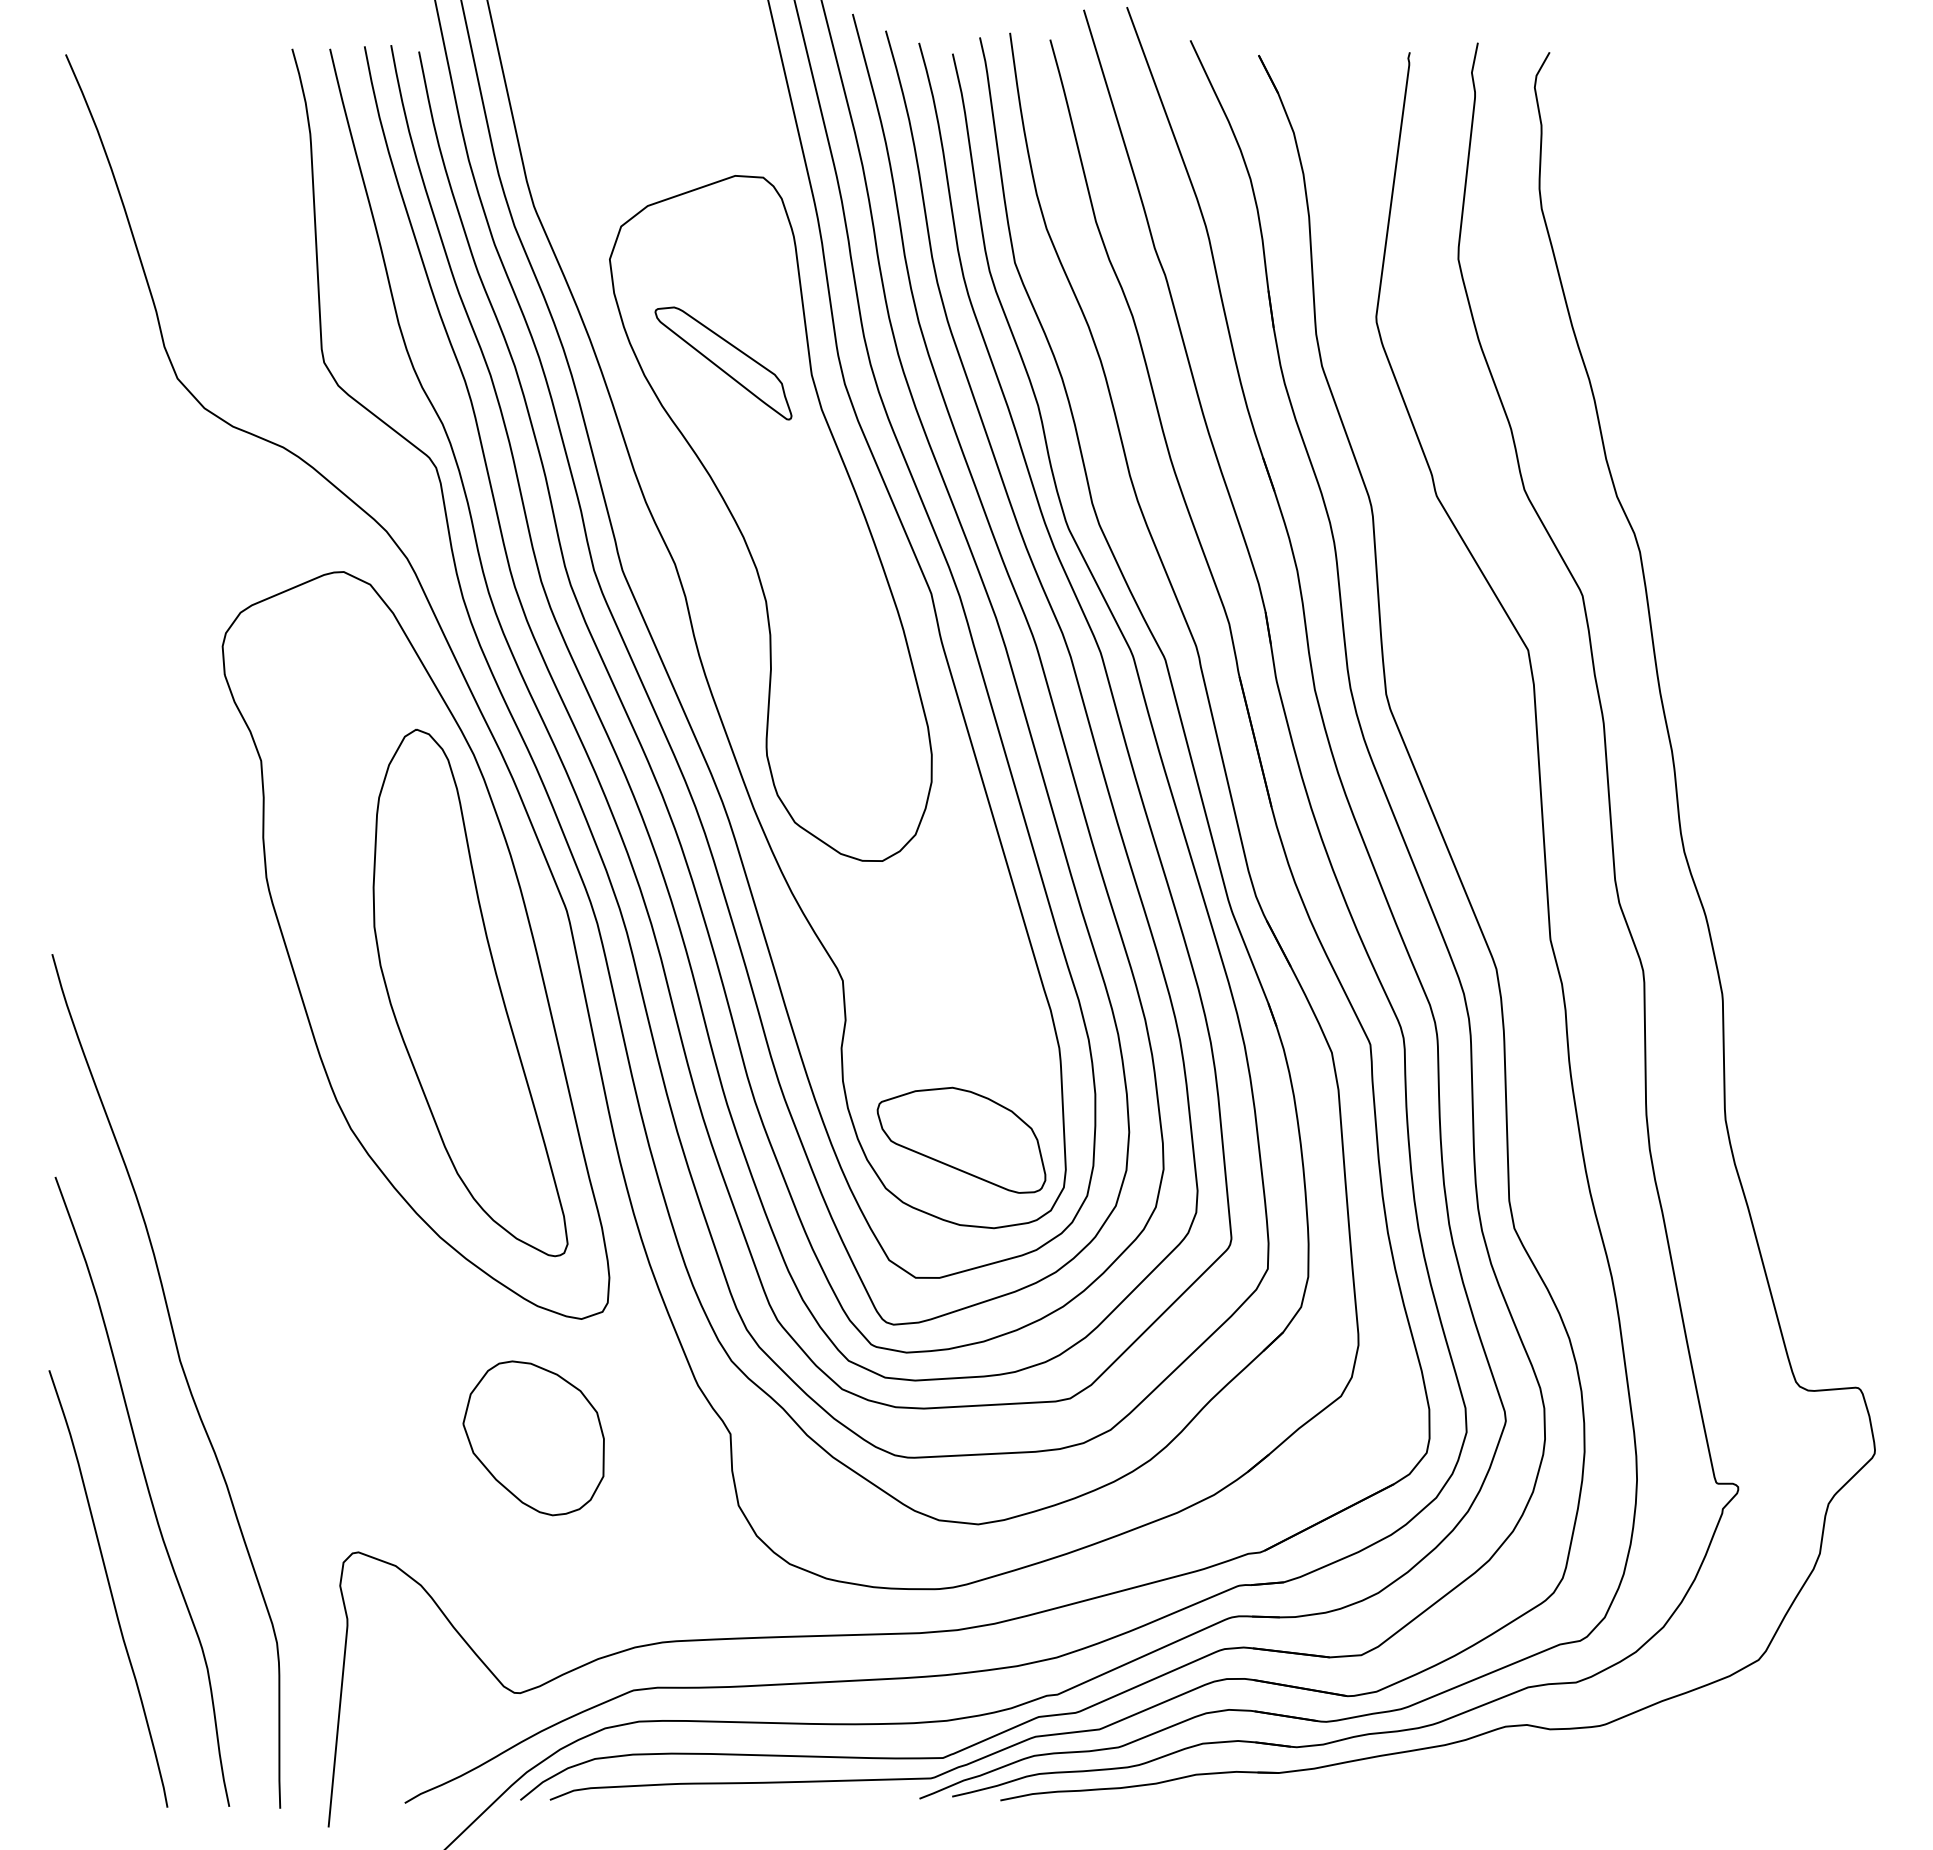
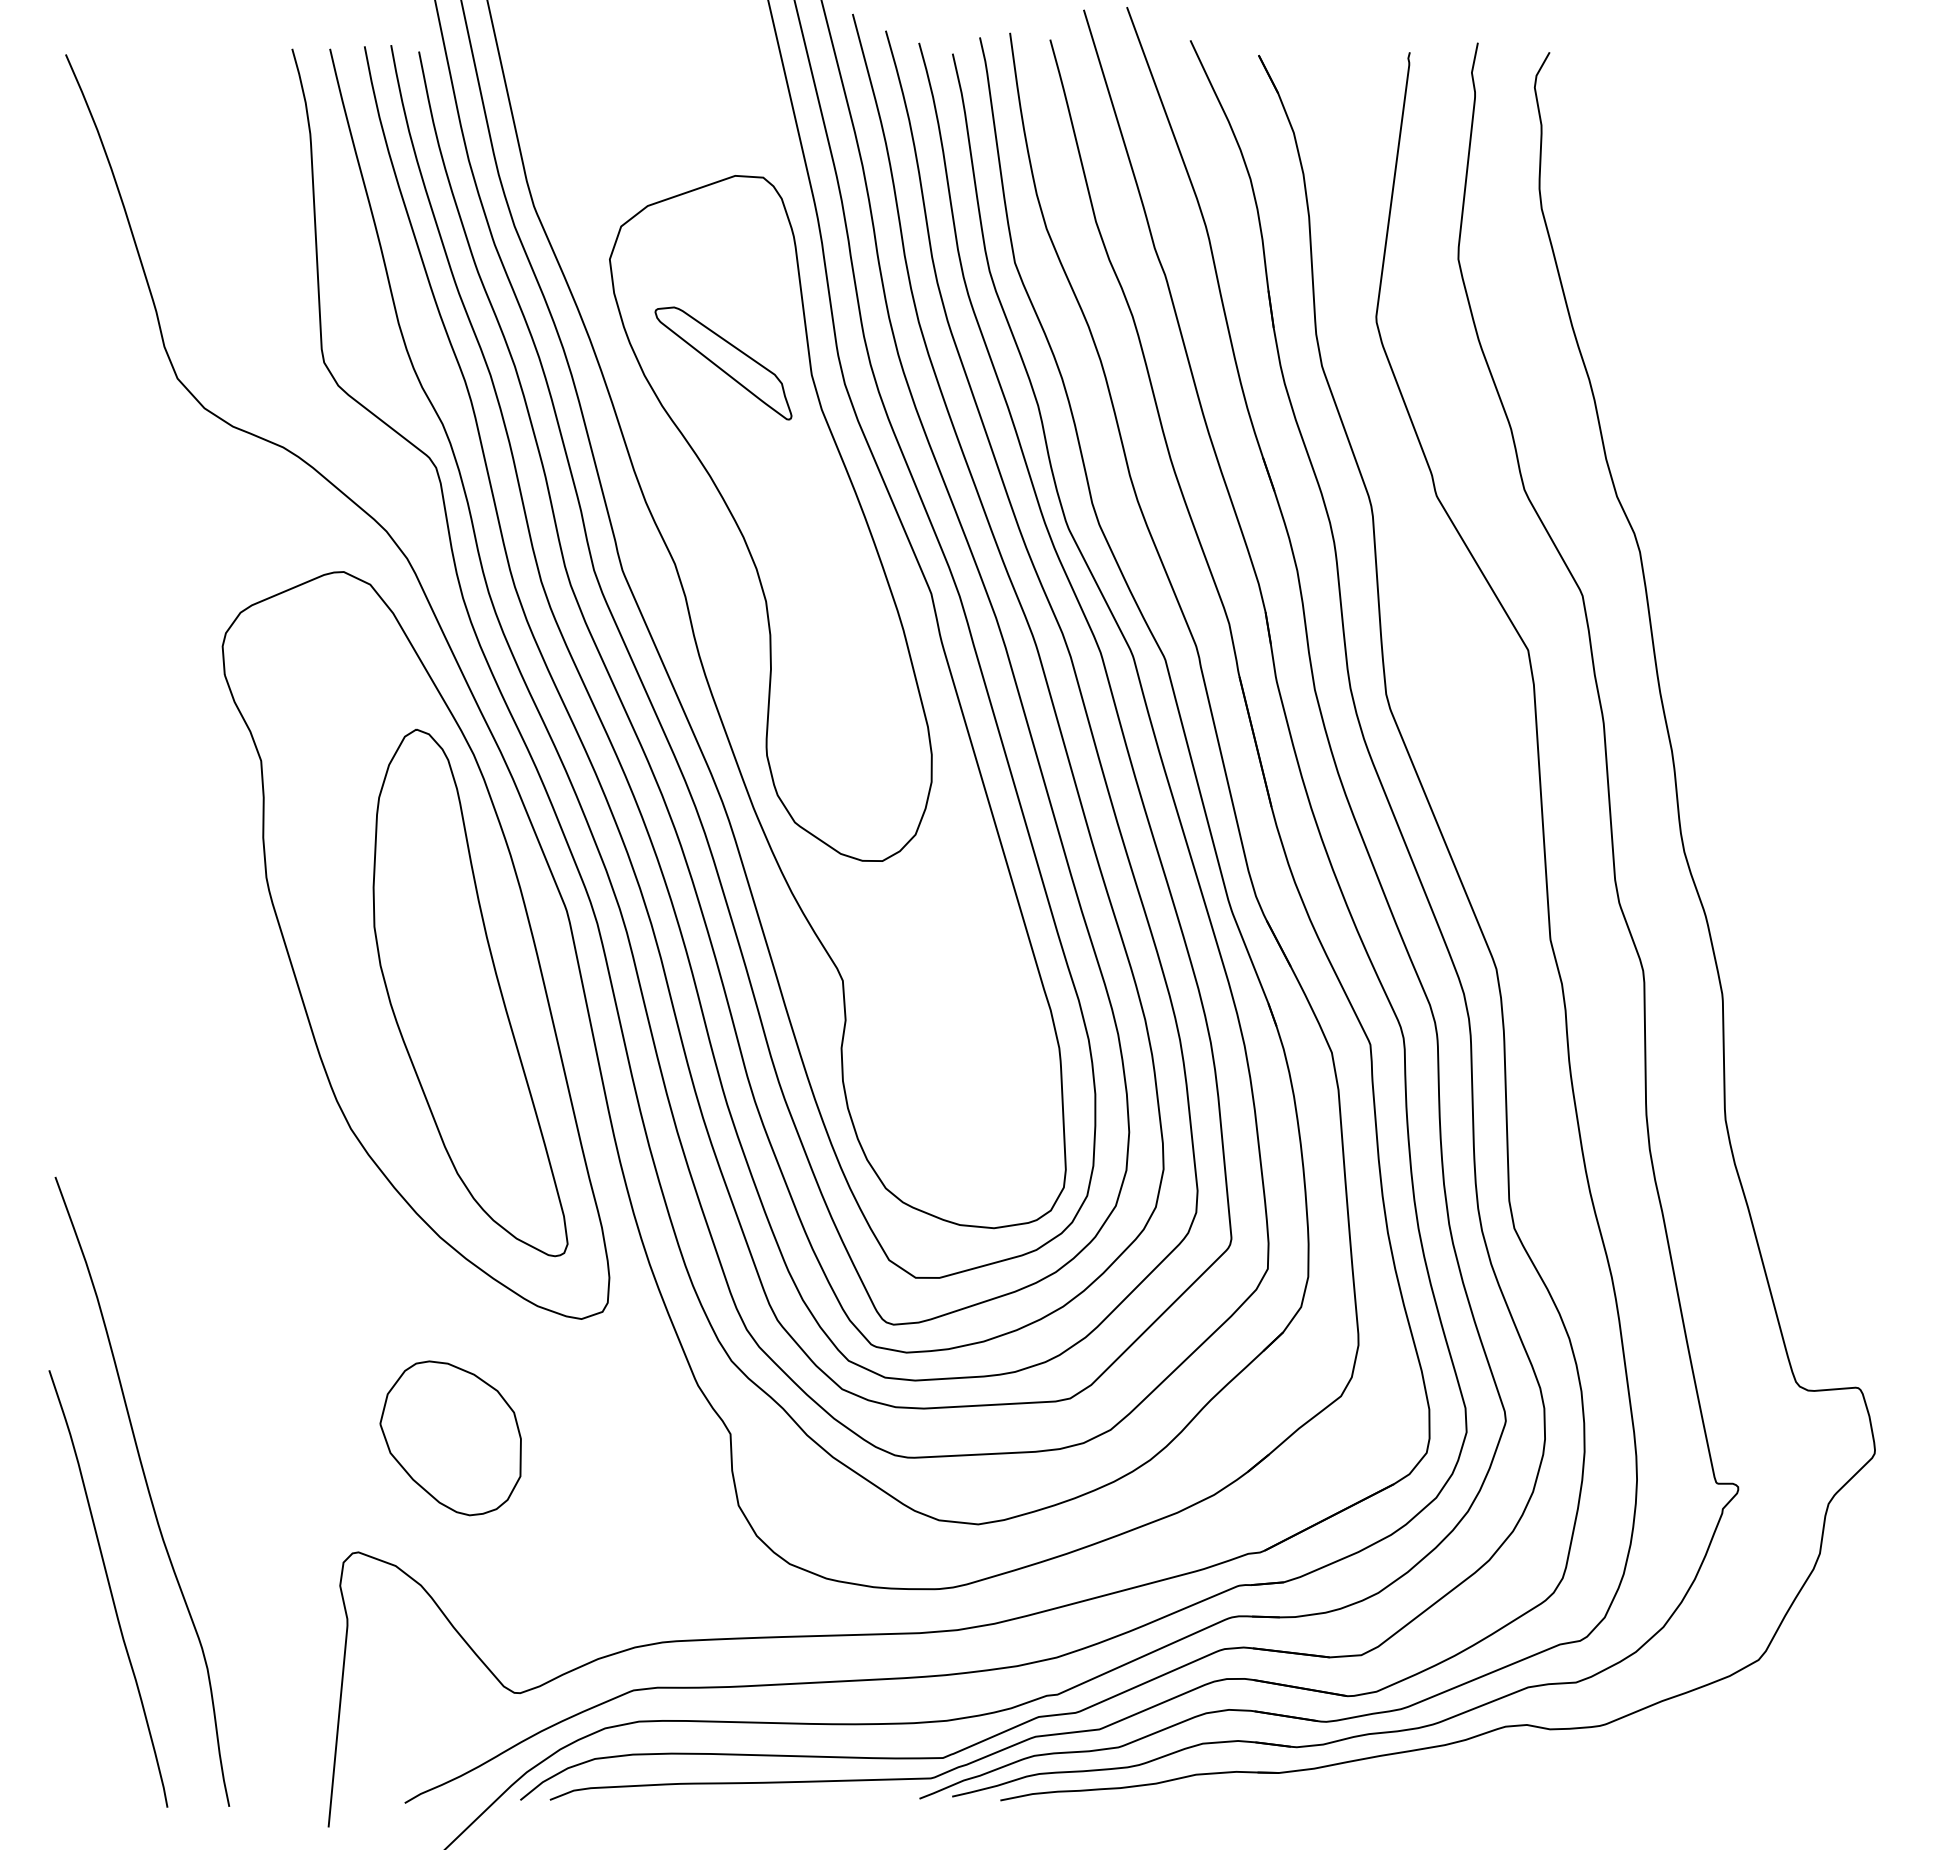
part at (961, 1139): present -> none
curve at (183, 1374): present -> none
part at (533, 1438) position: (533, 1438) -> (450, 1438)
